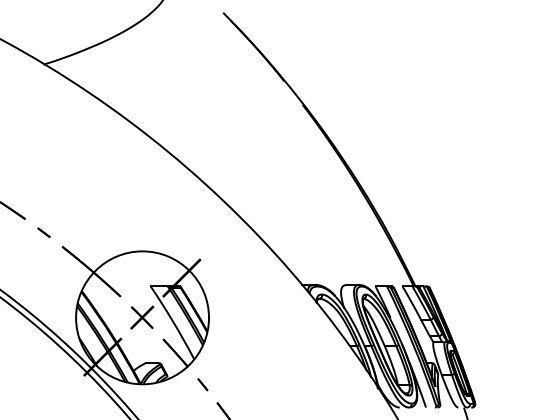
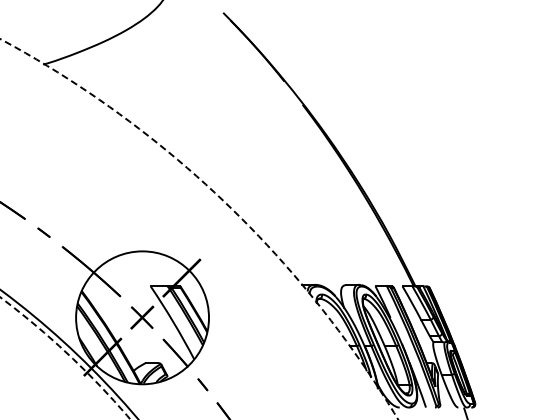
circle at (199, 229): solid -> dashed
circle at (65, 358): solid -> dashed
